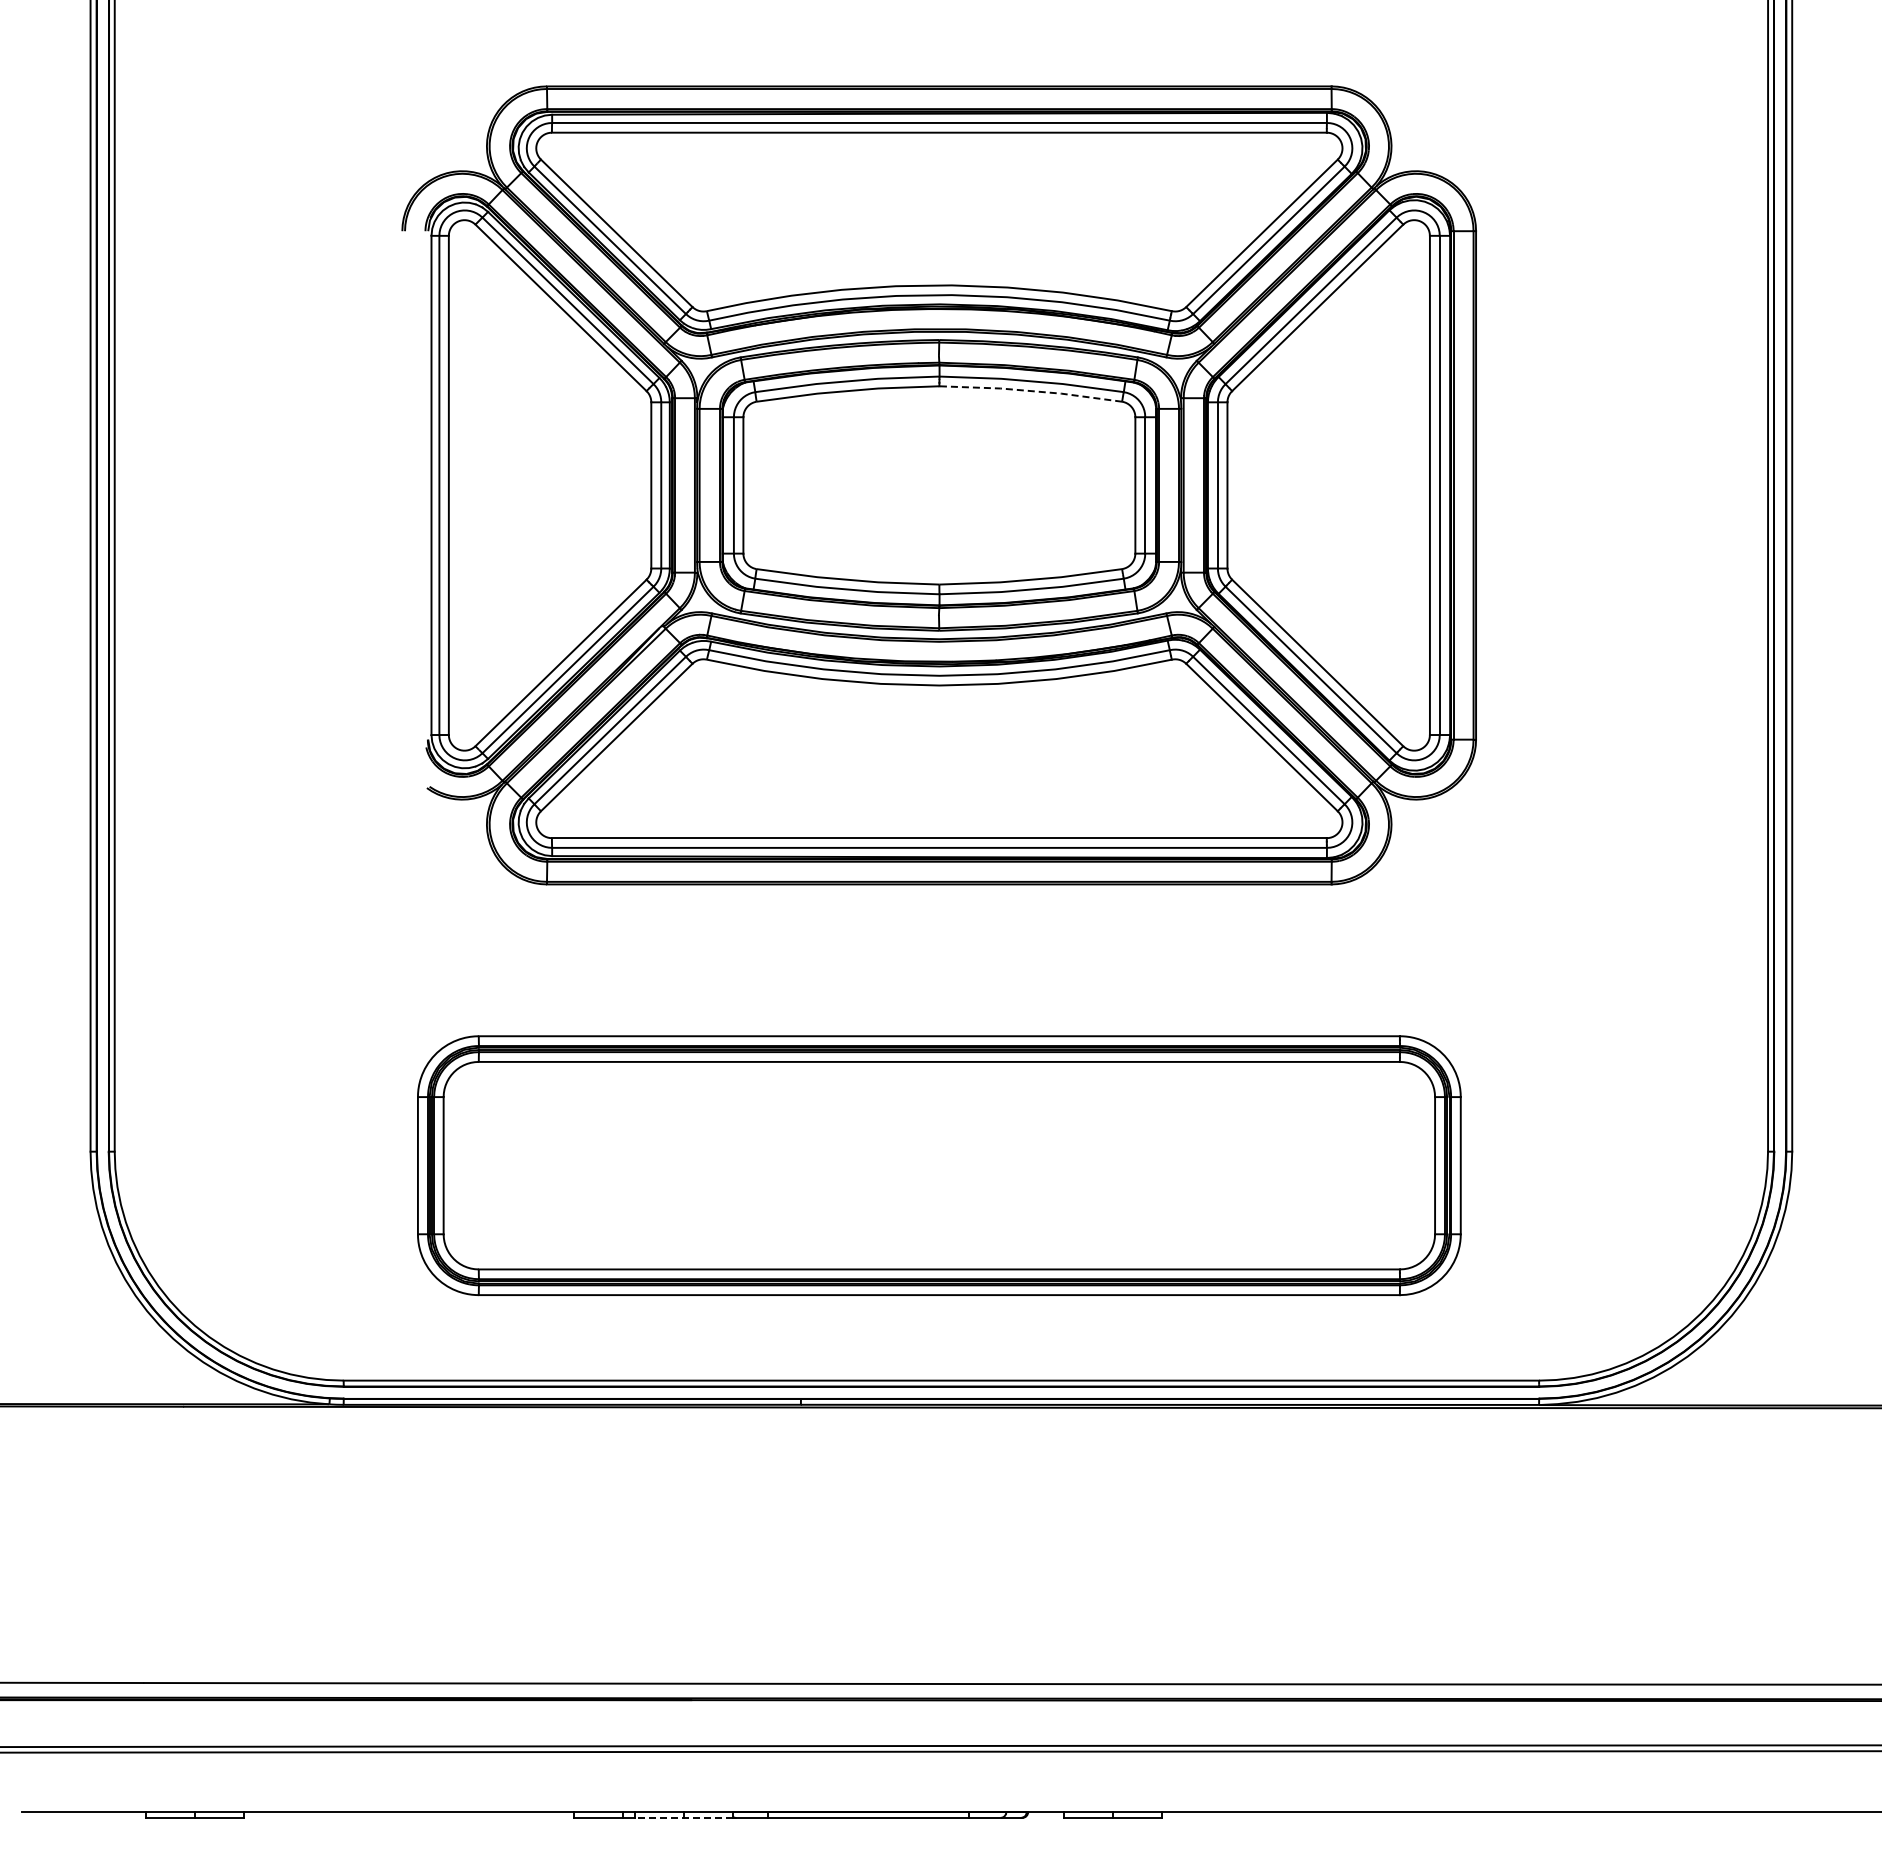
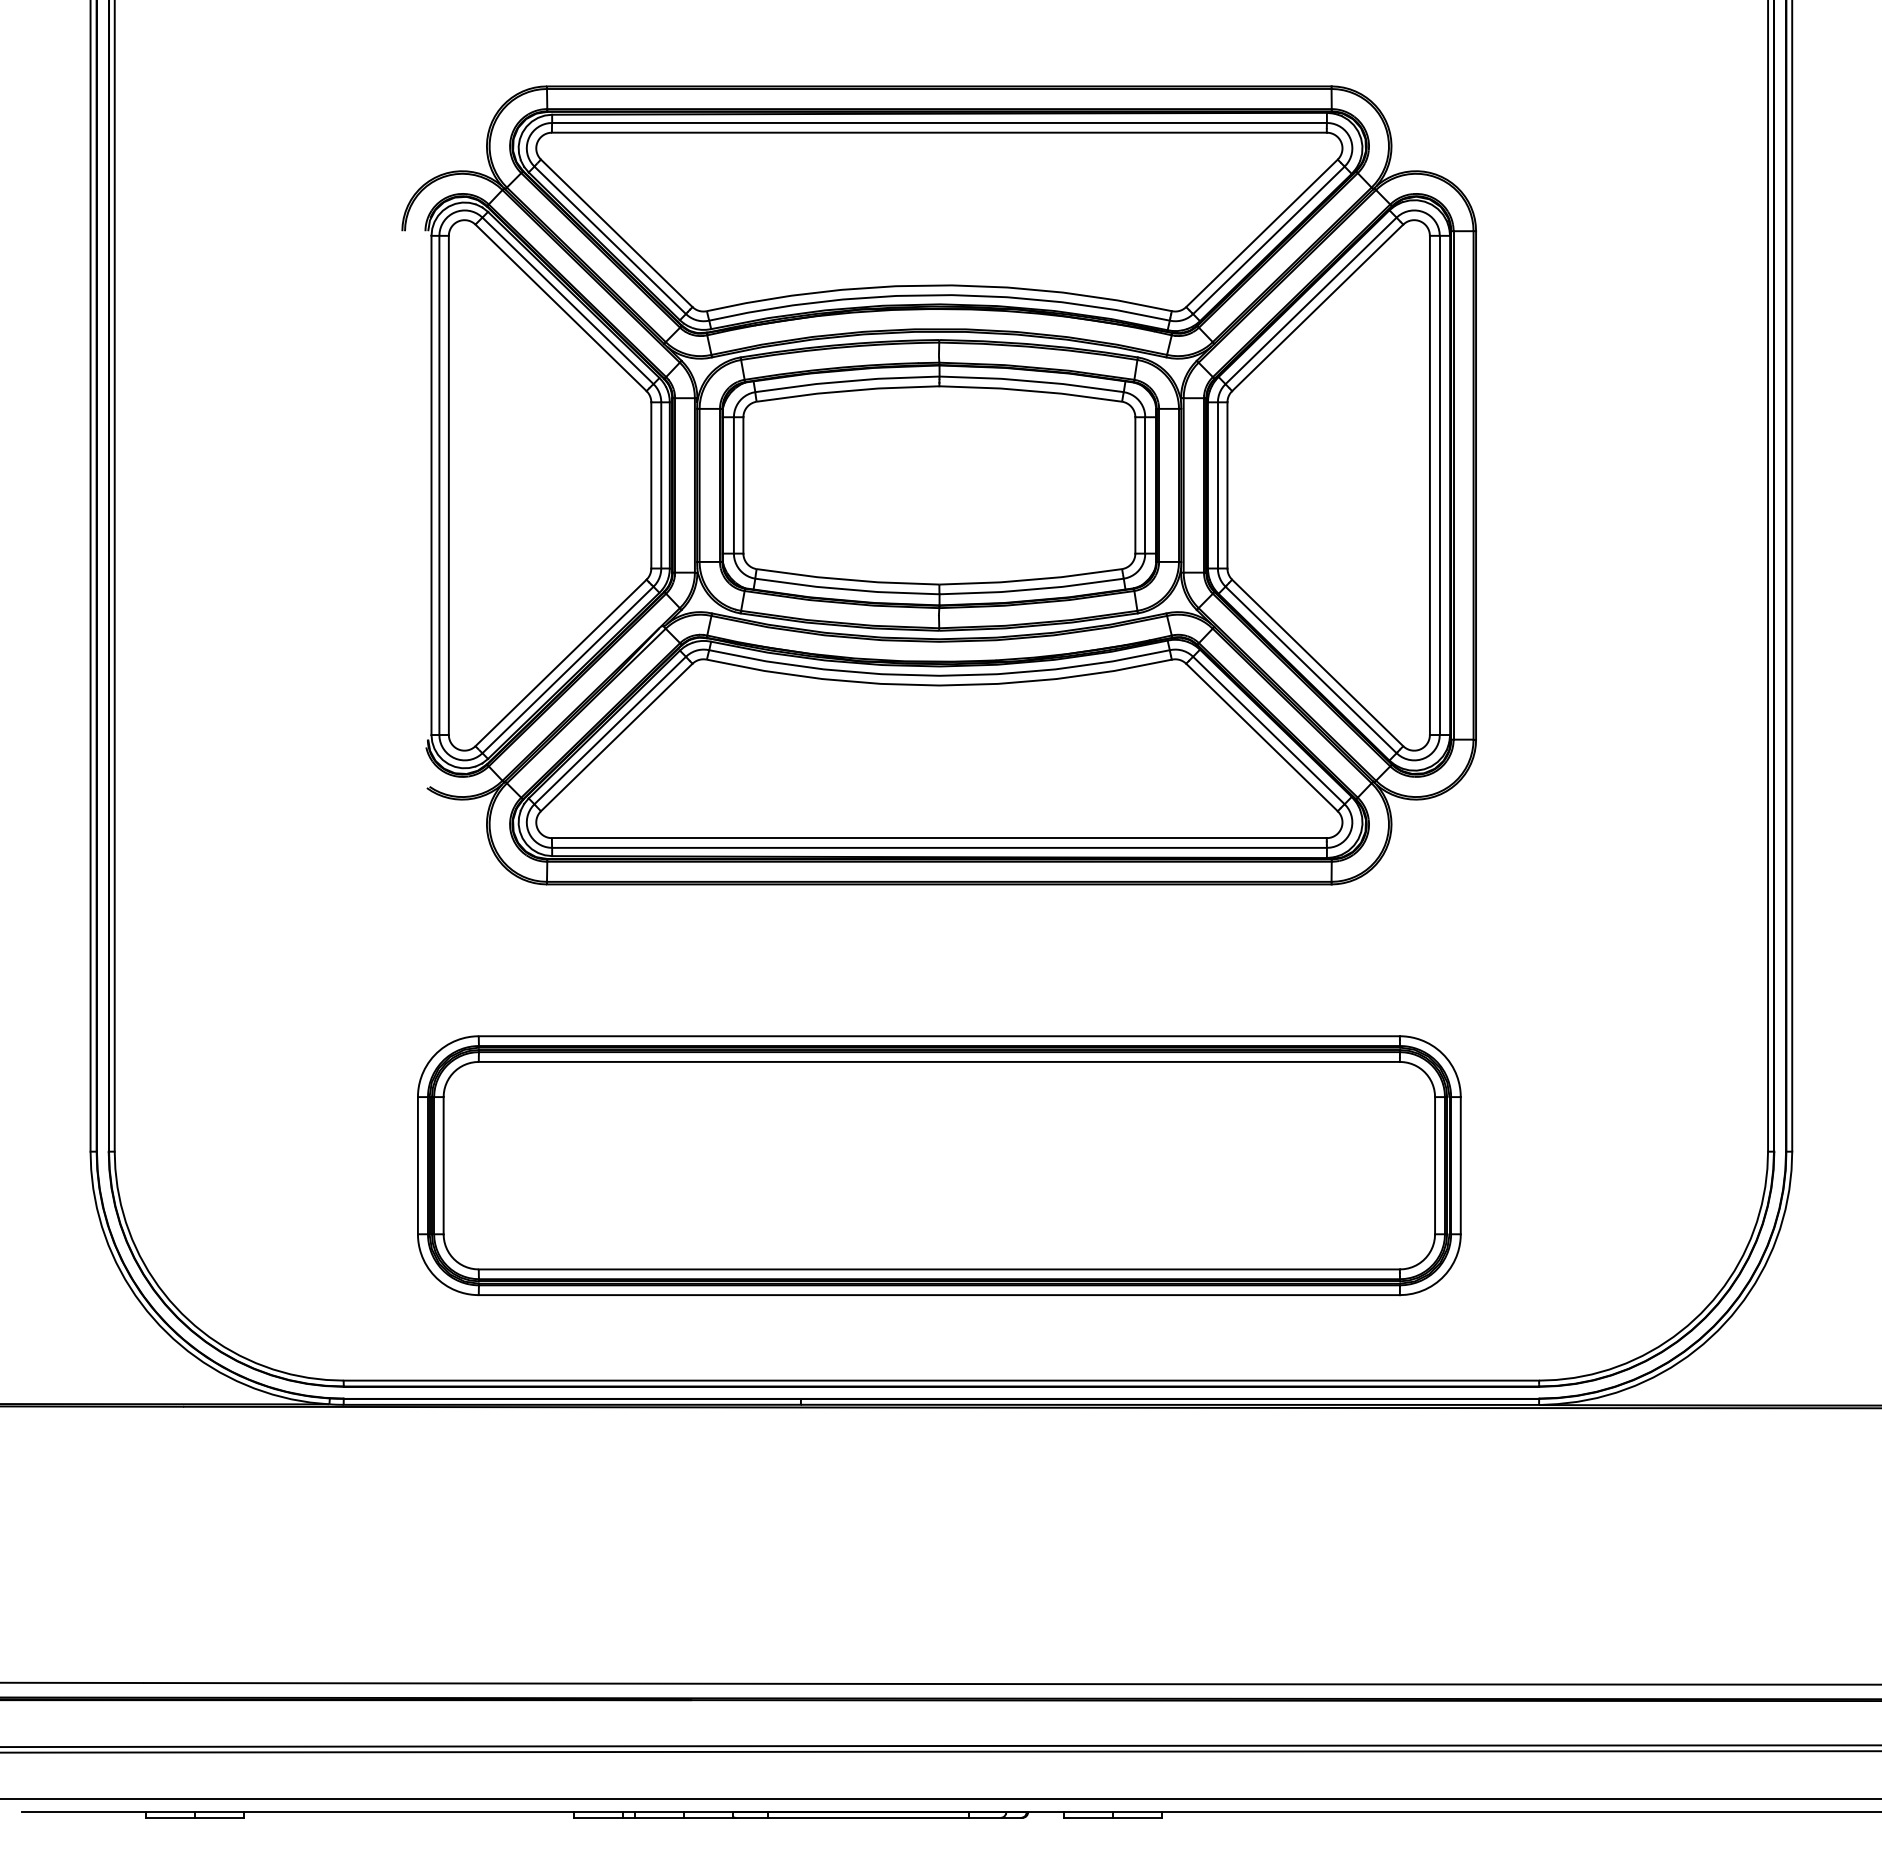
line at (1030, 391): dashed -> solid
line at (940, 1799): none -> present
line at (684, 1817): dashed -> solid
